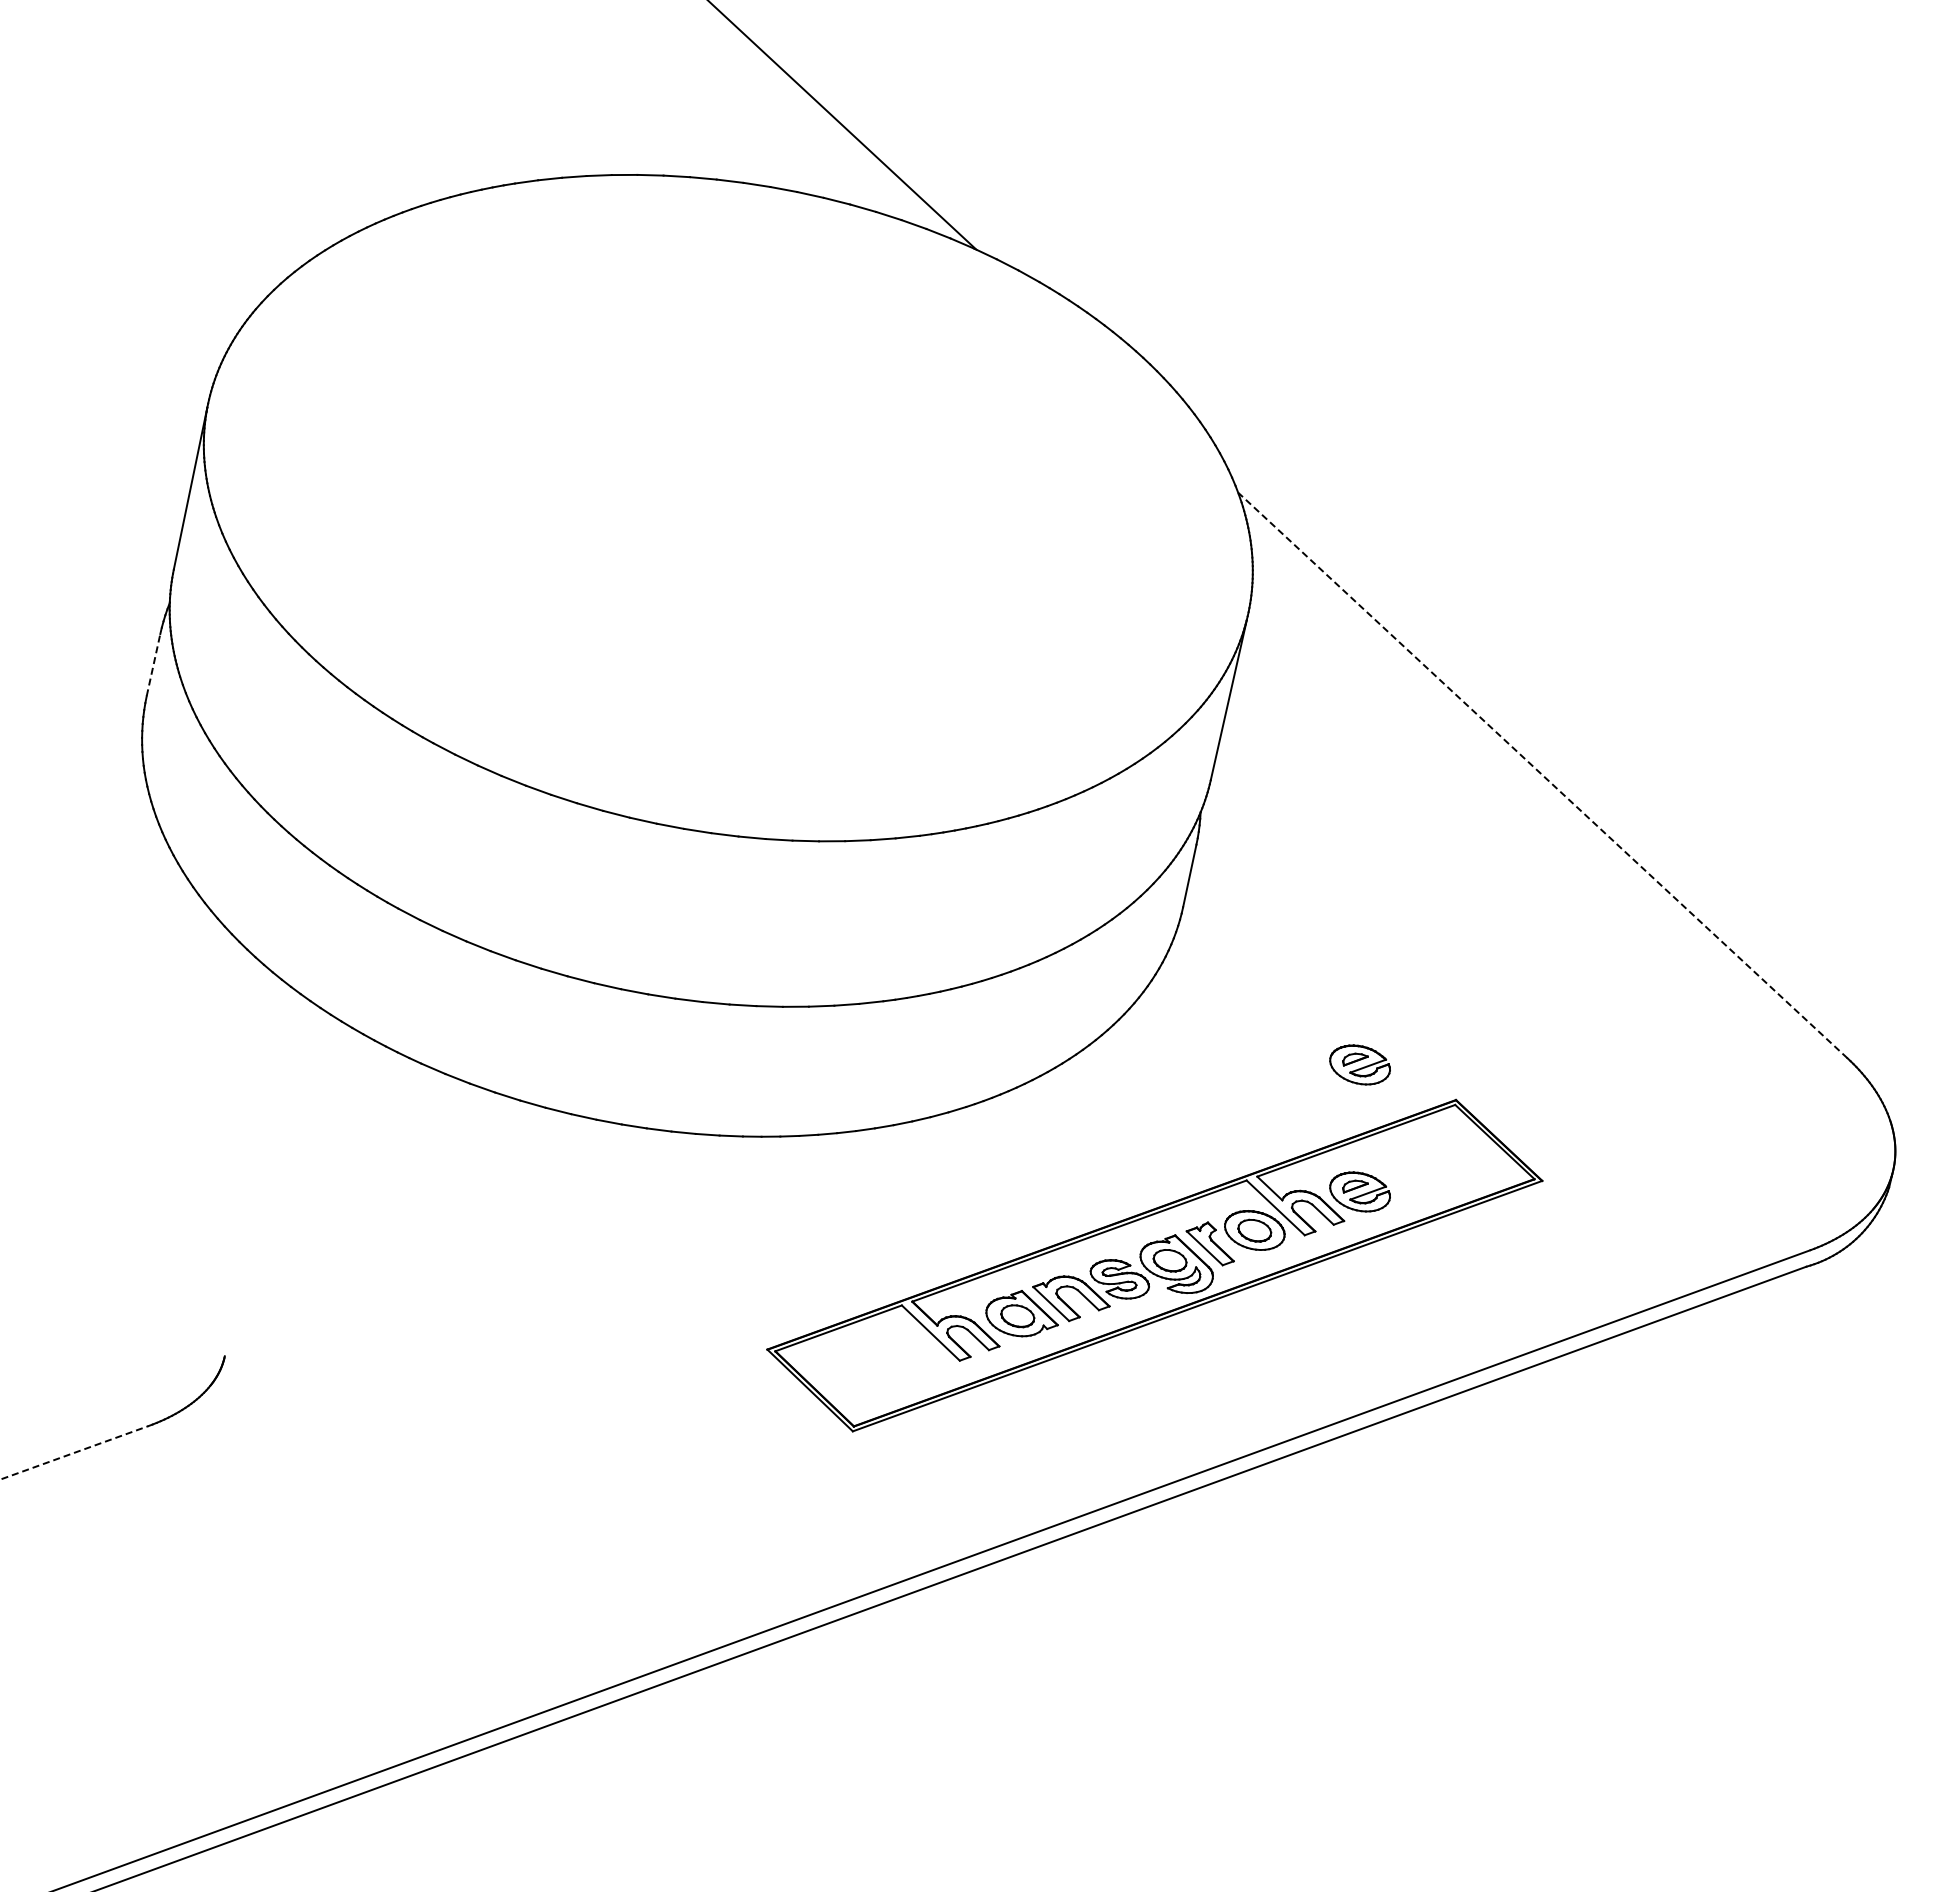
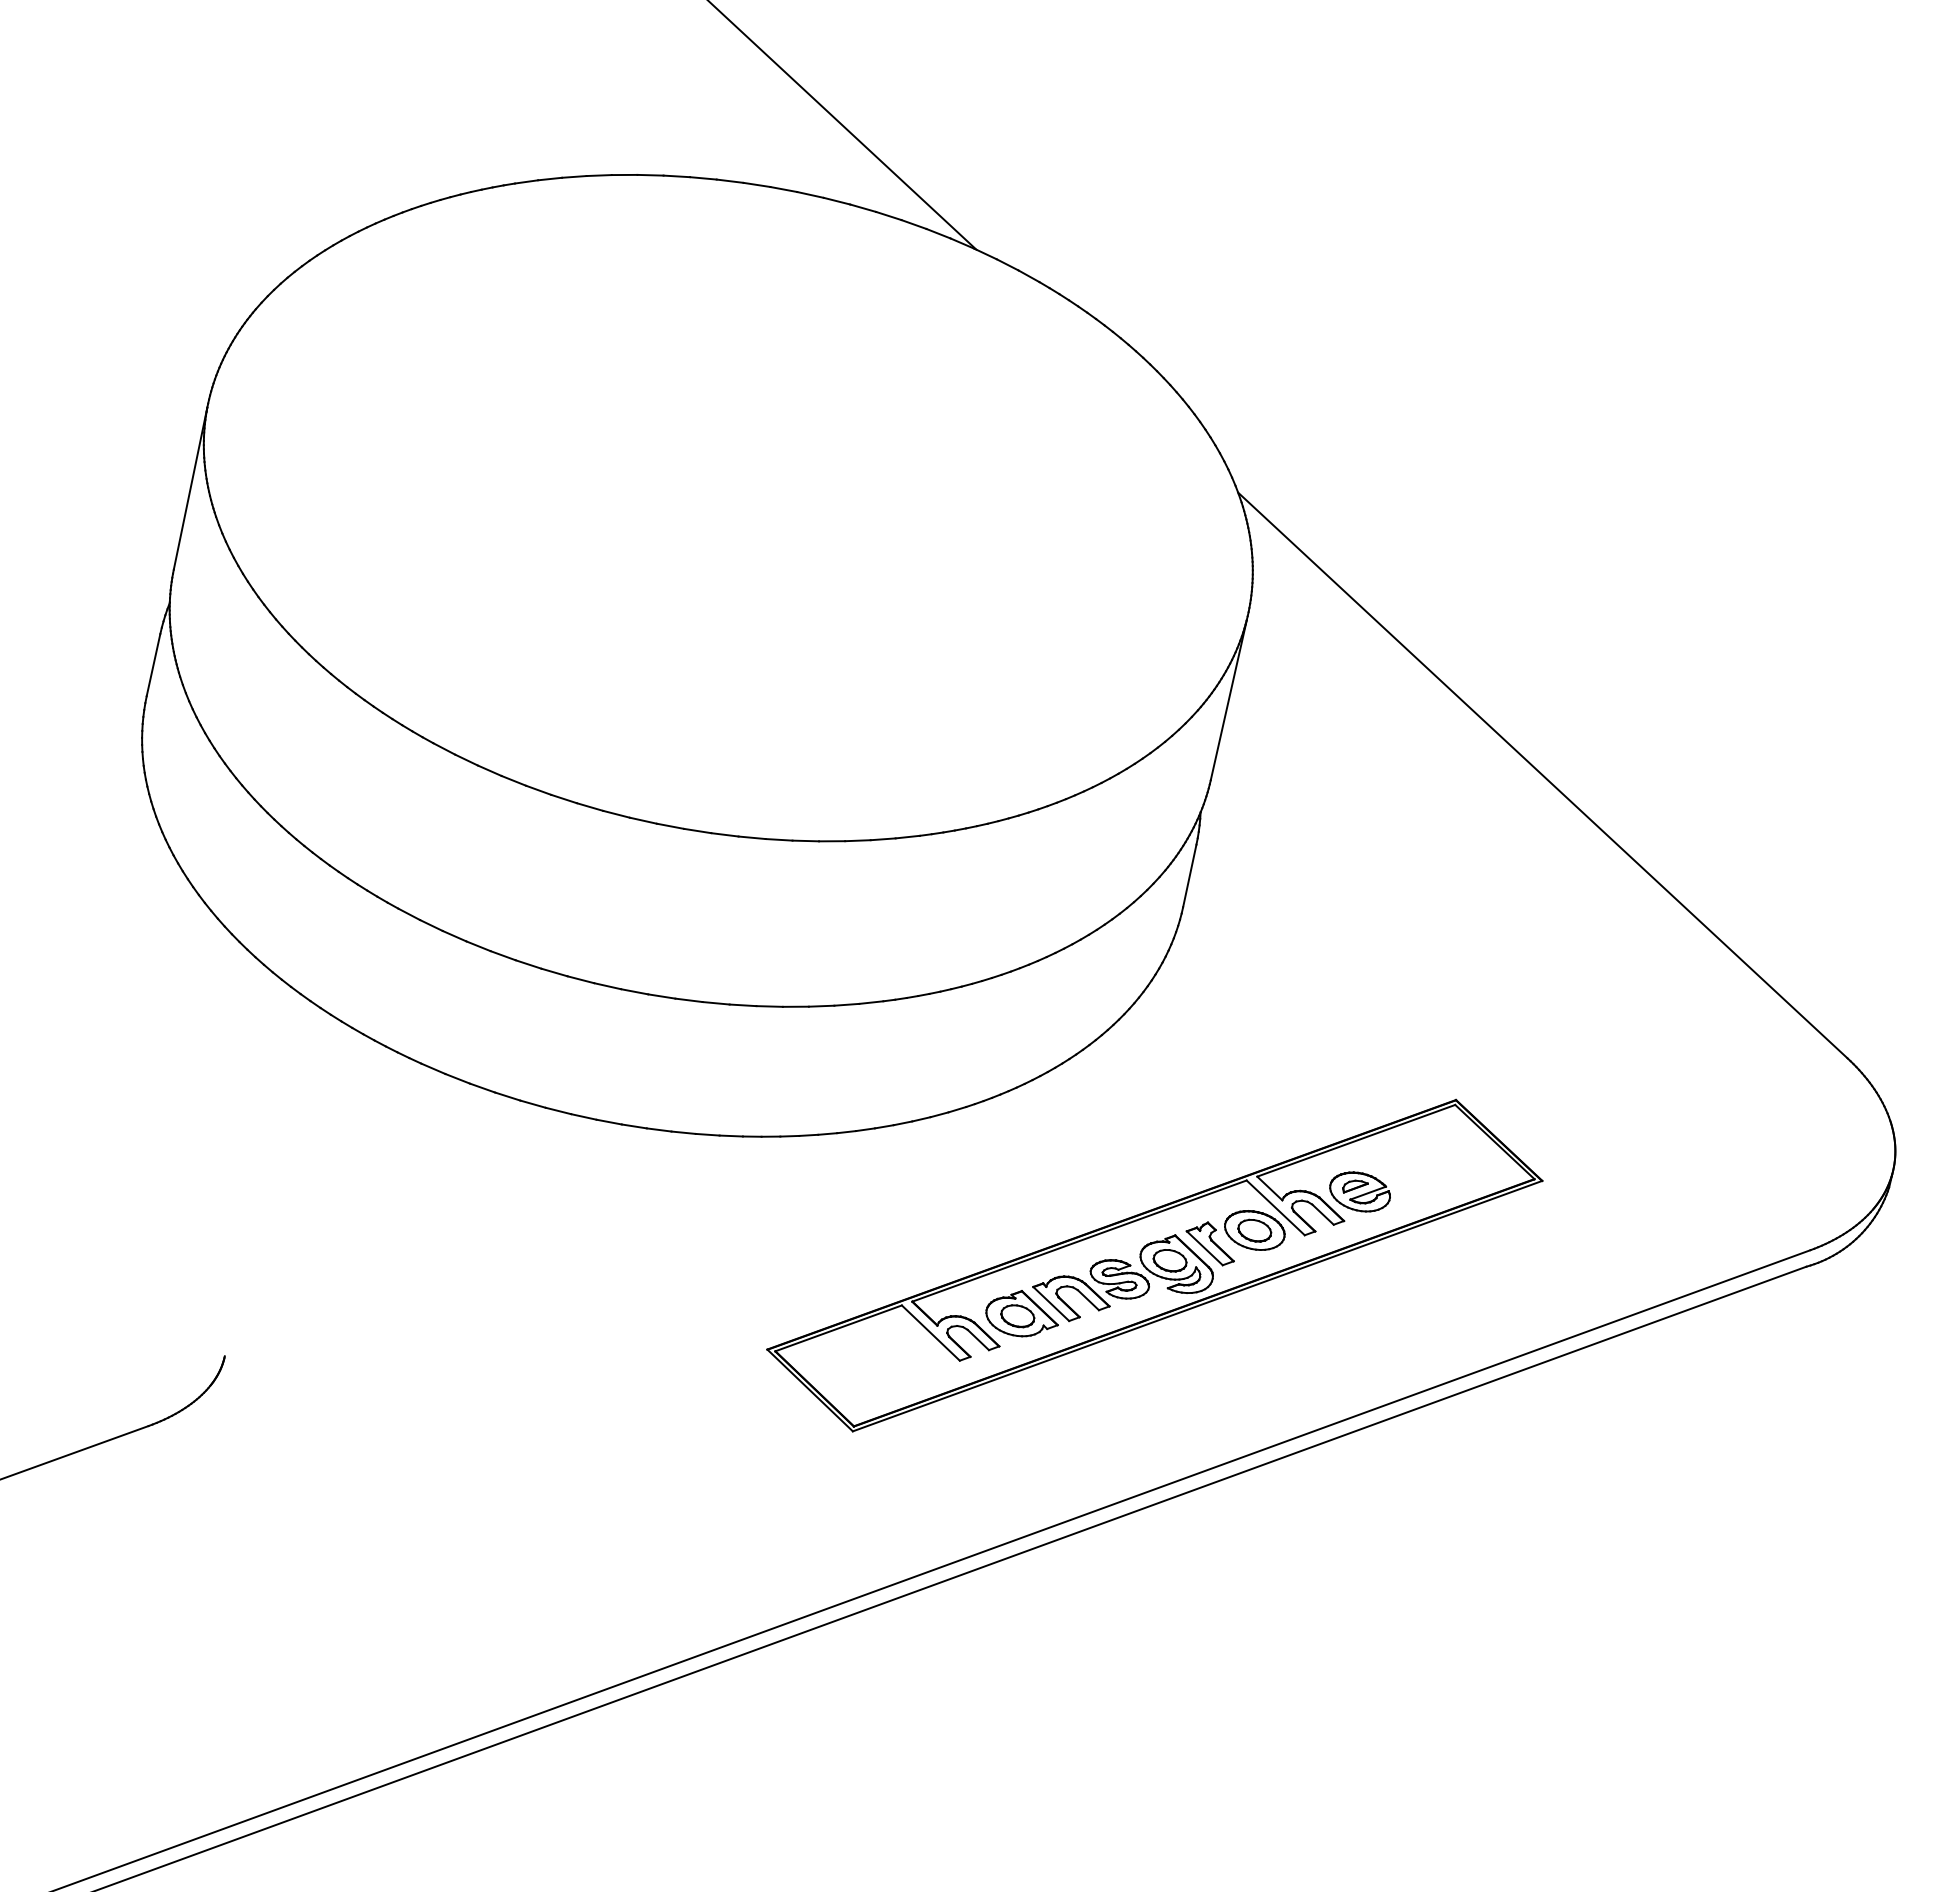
line at (153, 665): dashed -> solid
line at (1542, 775): dashed -> solid
part at (1359, 1064): present -> none
line at (75, 1452): dashed -> solid
